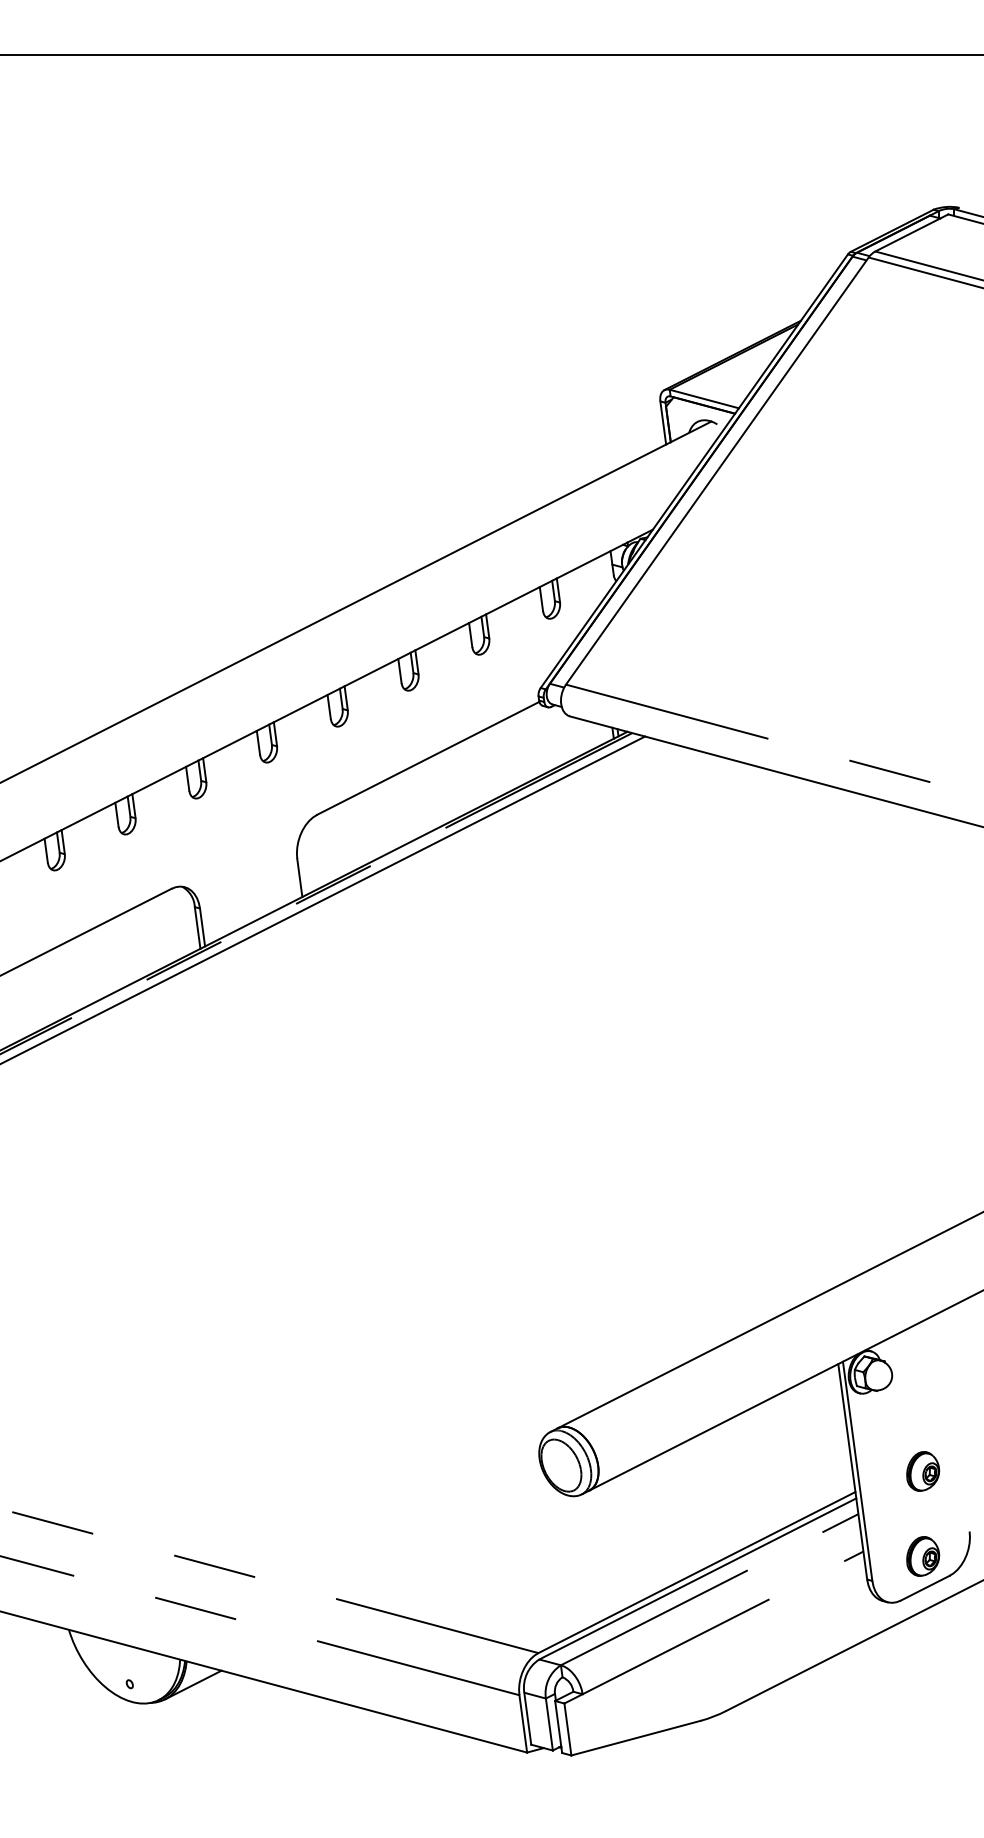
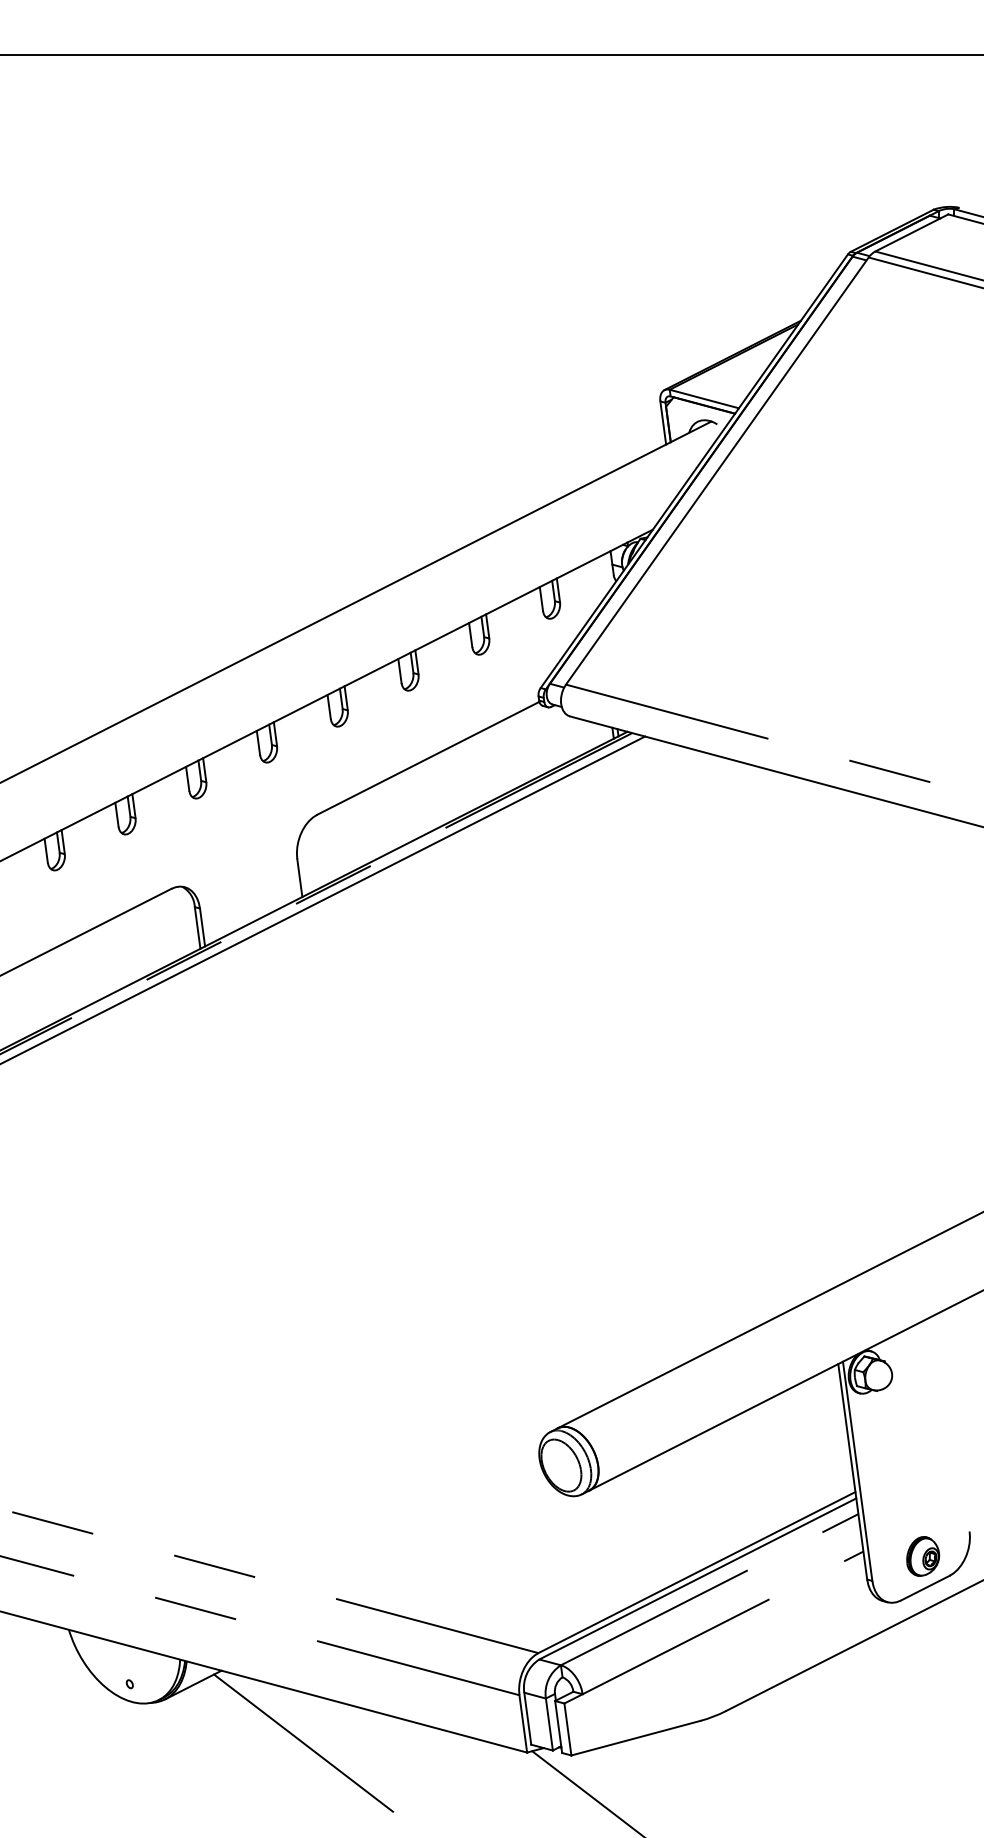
part at (923, 1471): present -> none
line at (303, 1742): none -> present
line at (586, 1792): none -> present
